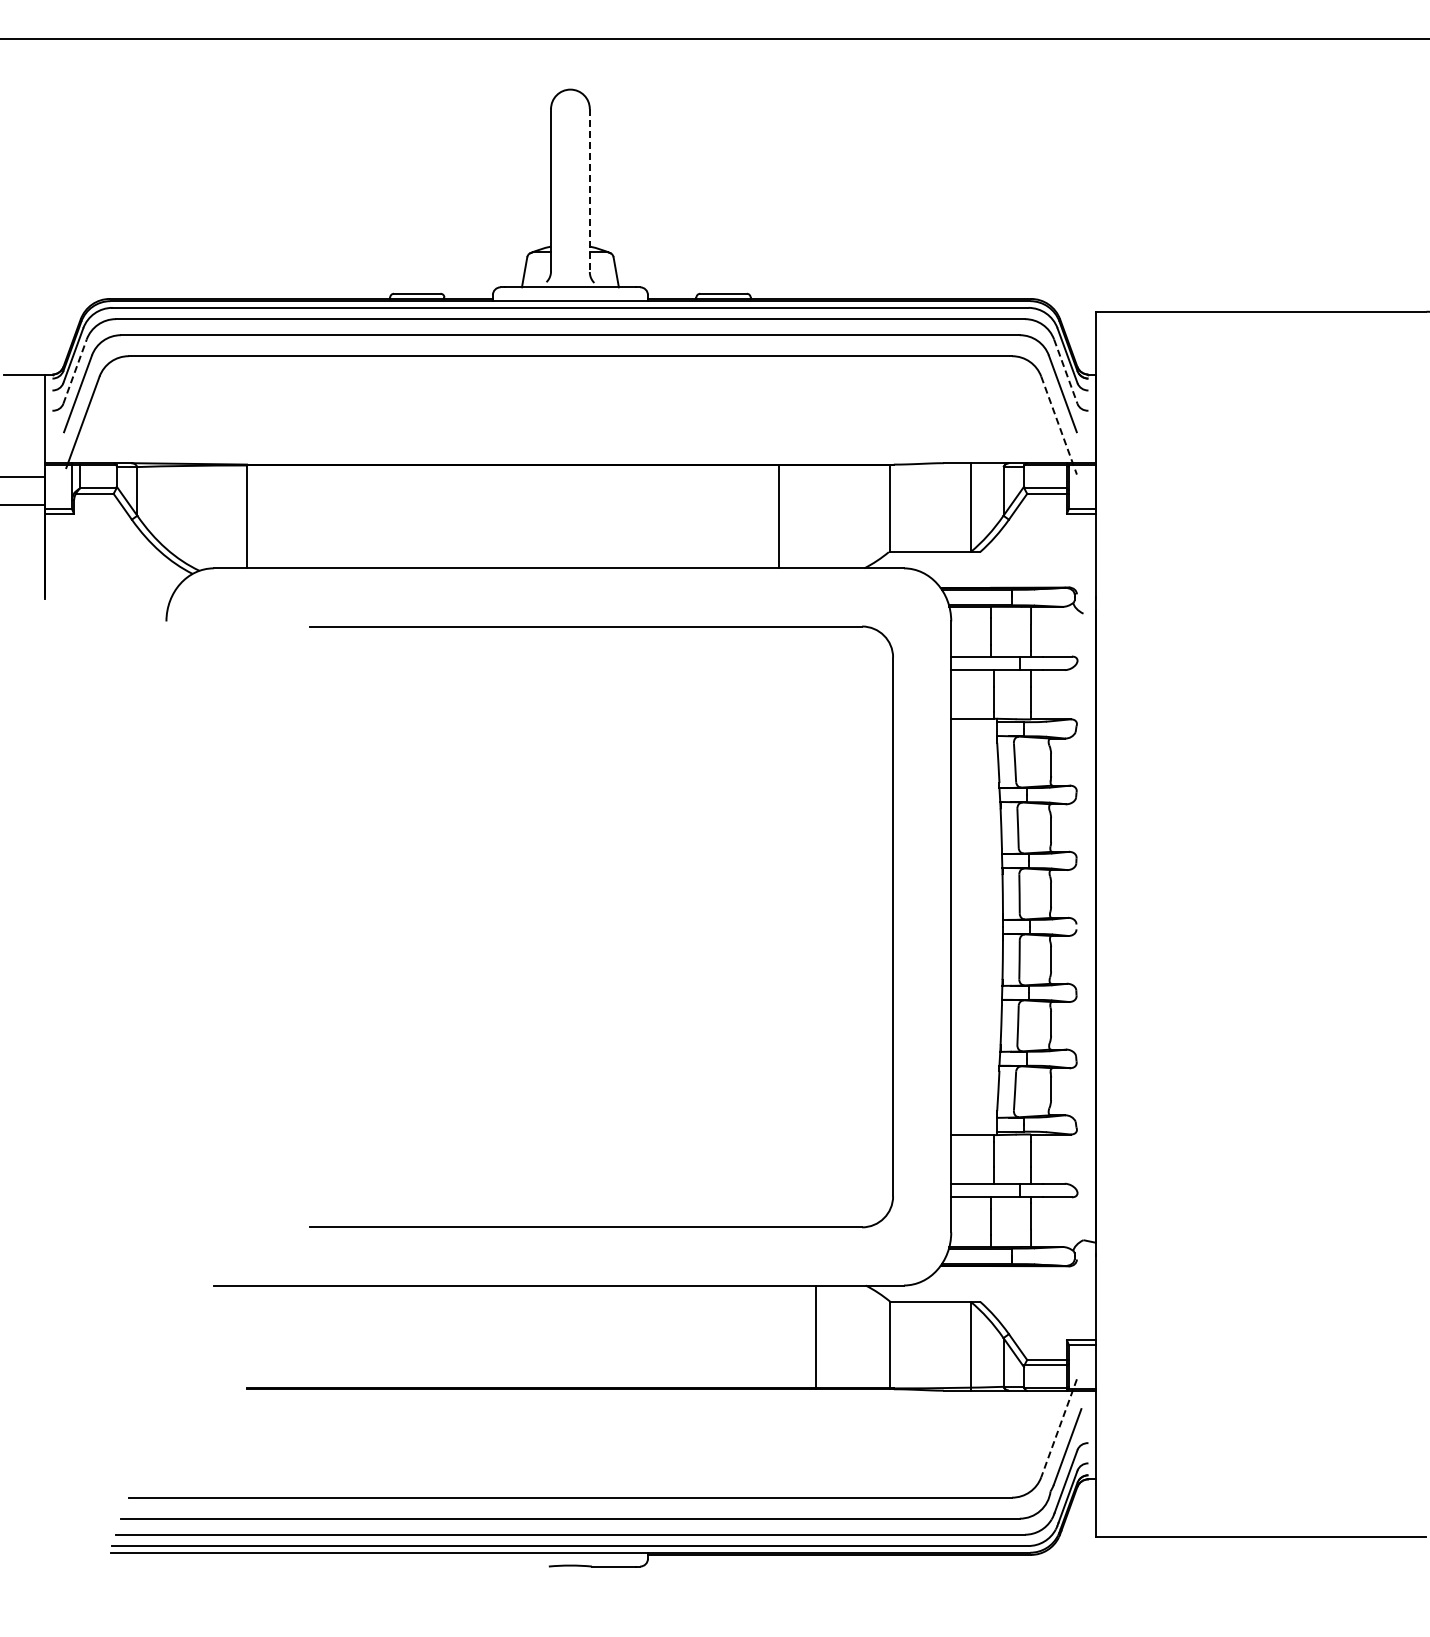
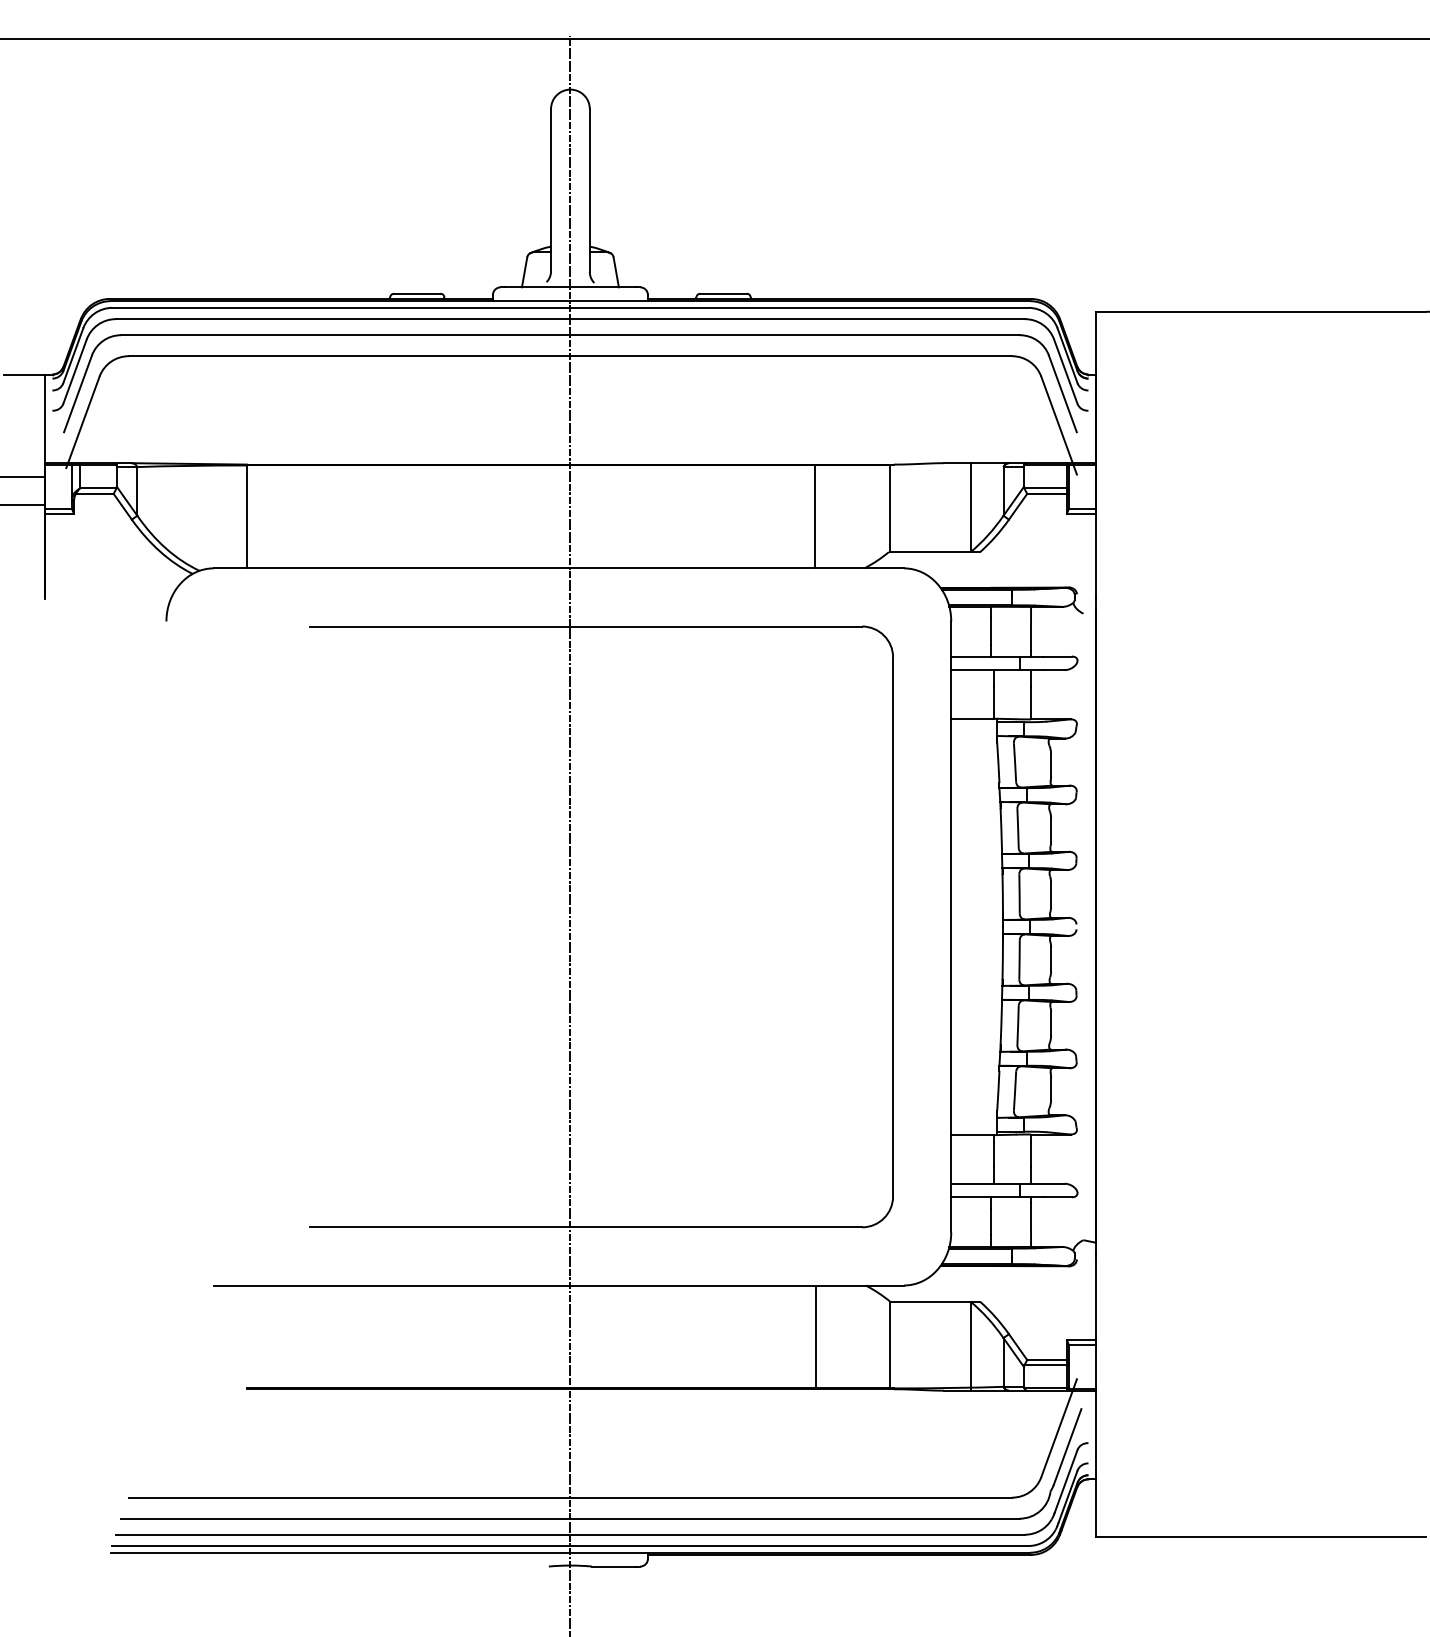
line at (589, 190): dashed -> solid
line at (75, 371): dashed -> solid
line at (1066, 372): dashed -> solid
line at (1059, 426): dashed -> solid
line at (779, 516) position: (779, 516) -> (815, 516)
line at (570, 834): none -> present
line at (1058, 1428): dashed -> solid
